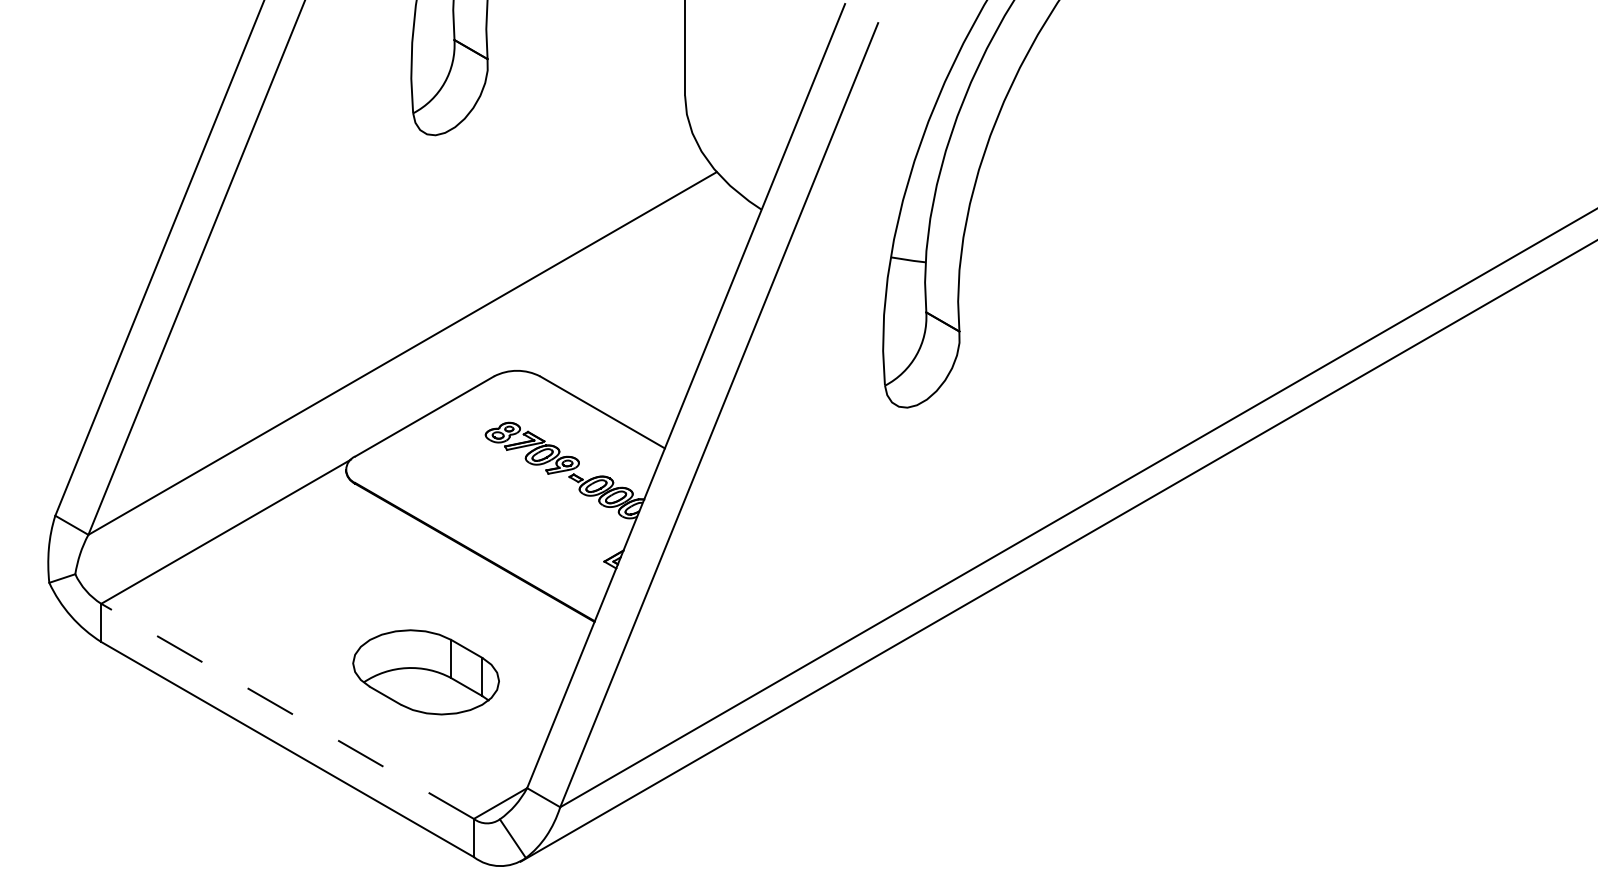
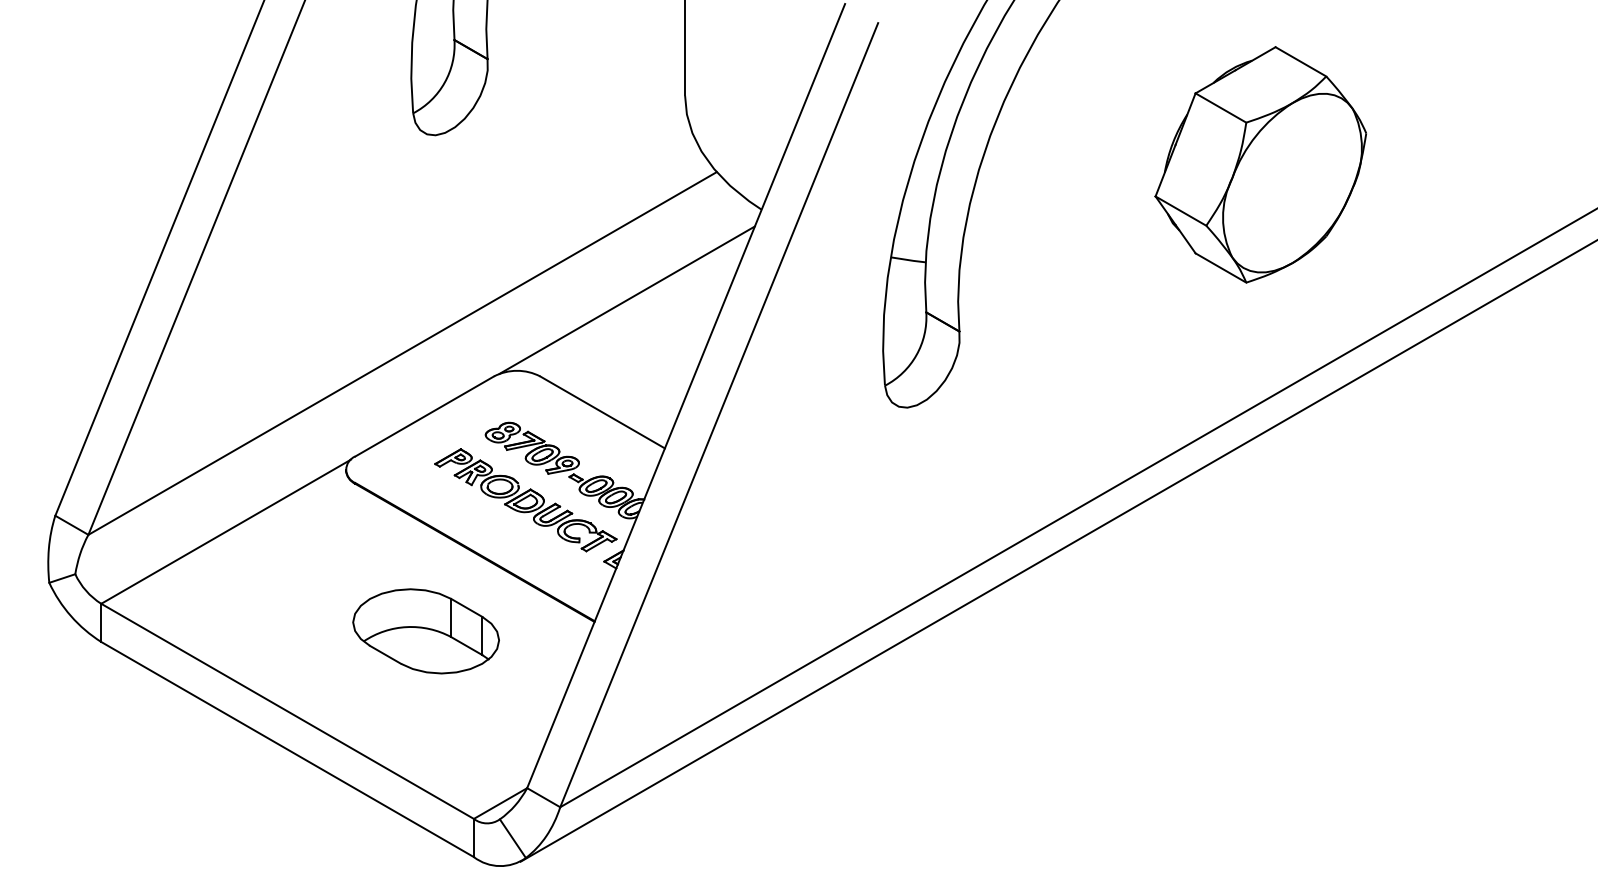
part at (1260, 164): none -> present
line at (626, 299): none -> present
part at (525, 500): none -> present
part at (425, 672) position: (425, 672) -> (425, 631)
line at (287, 711): dashed -> solid
